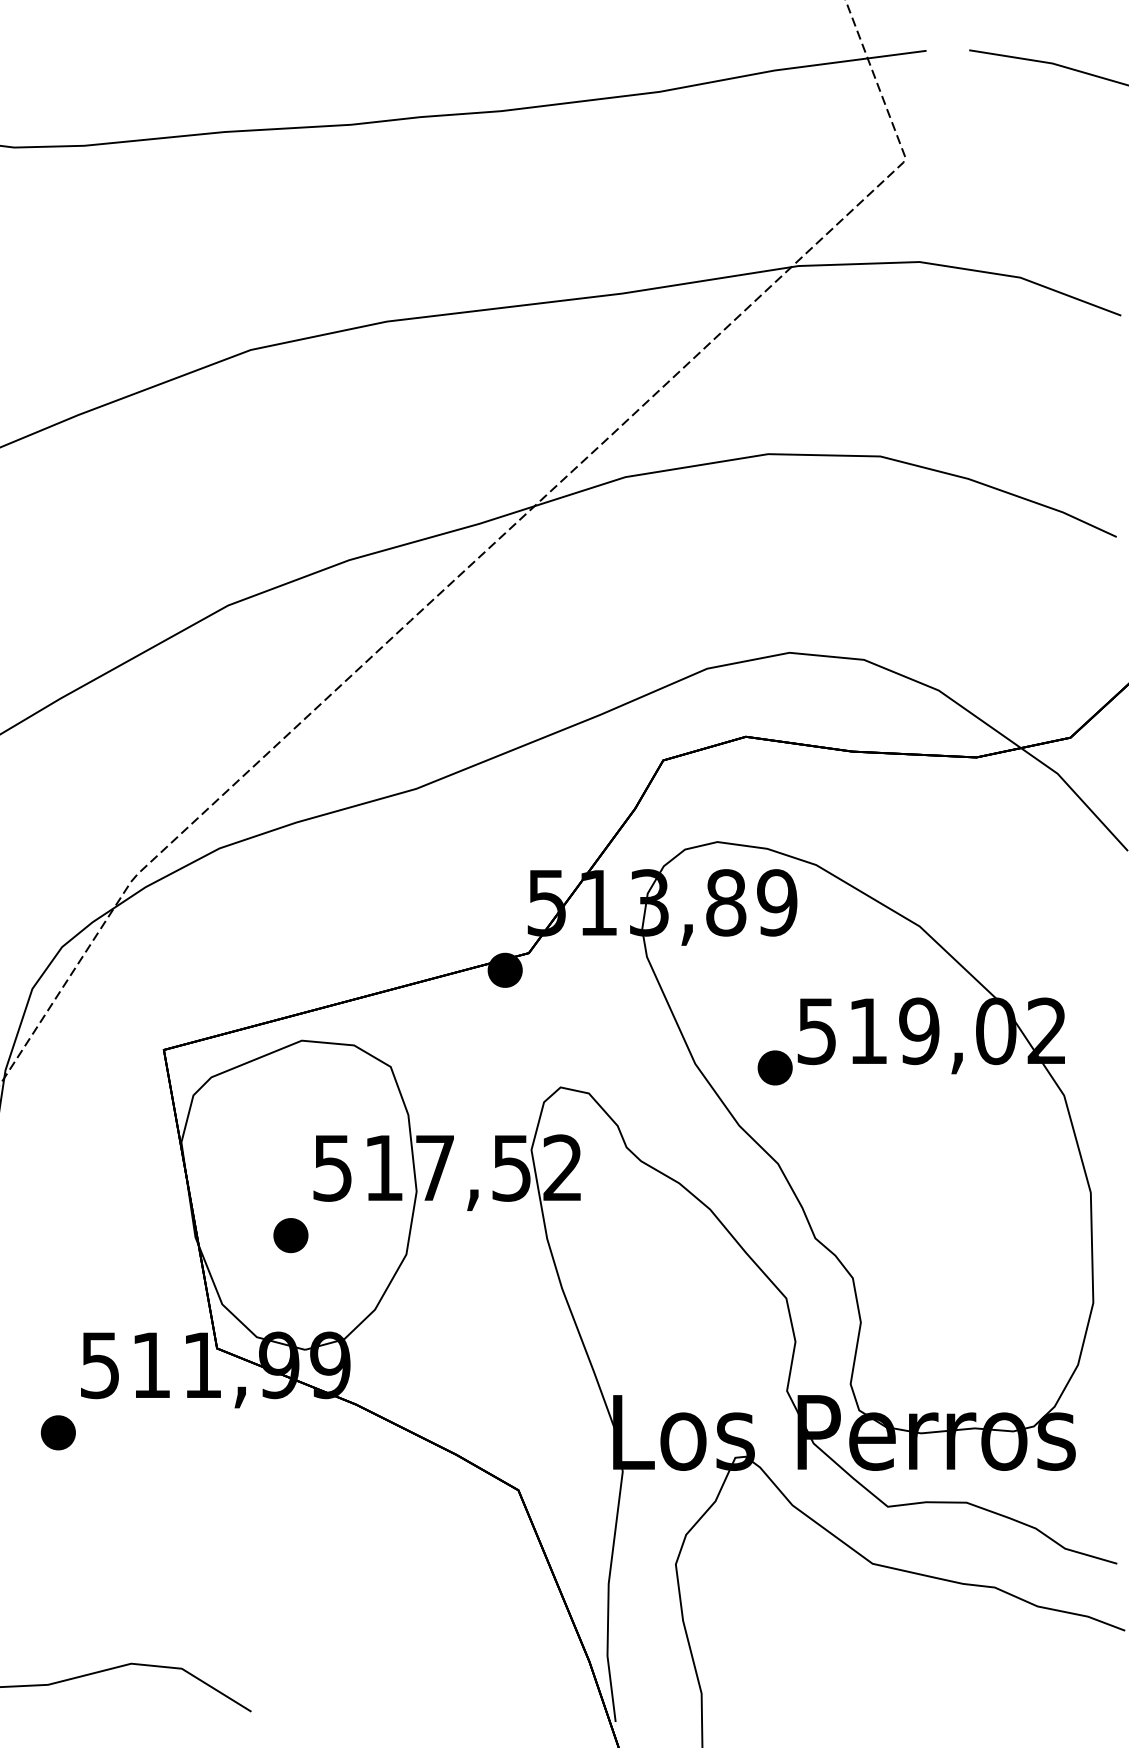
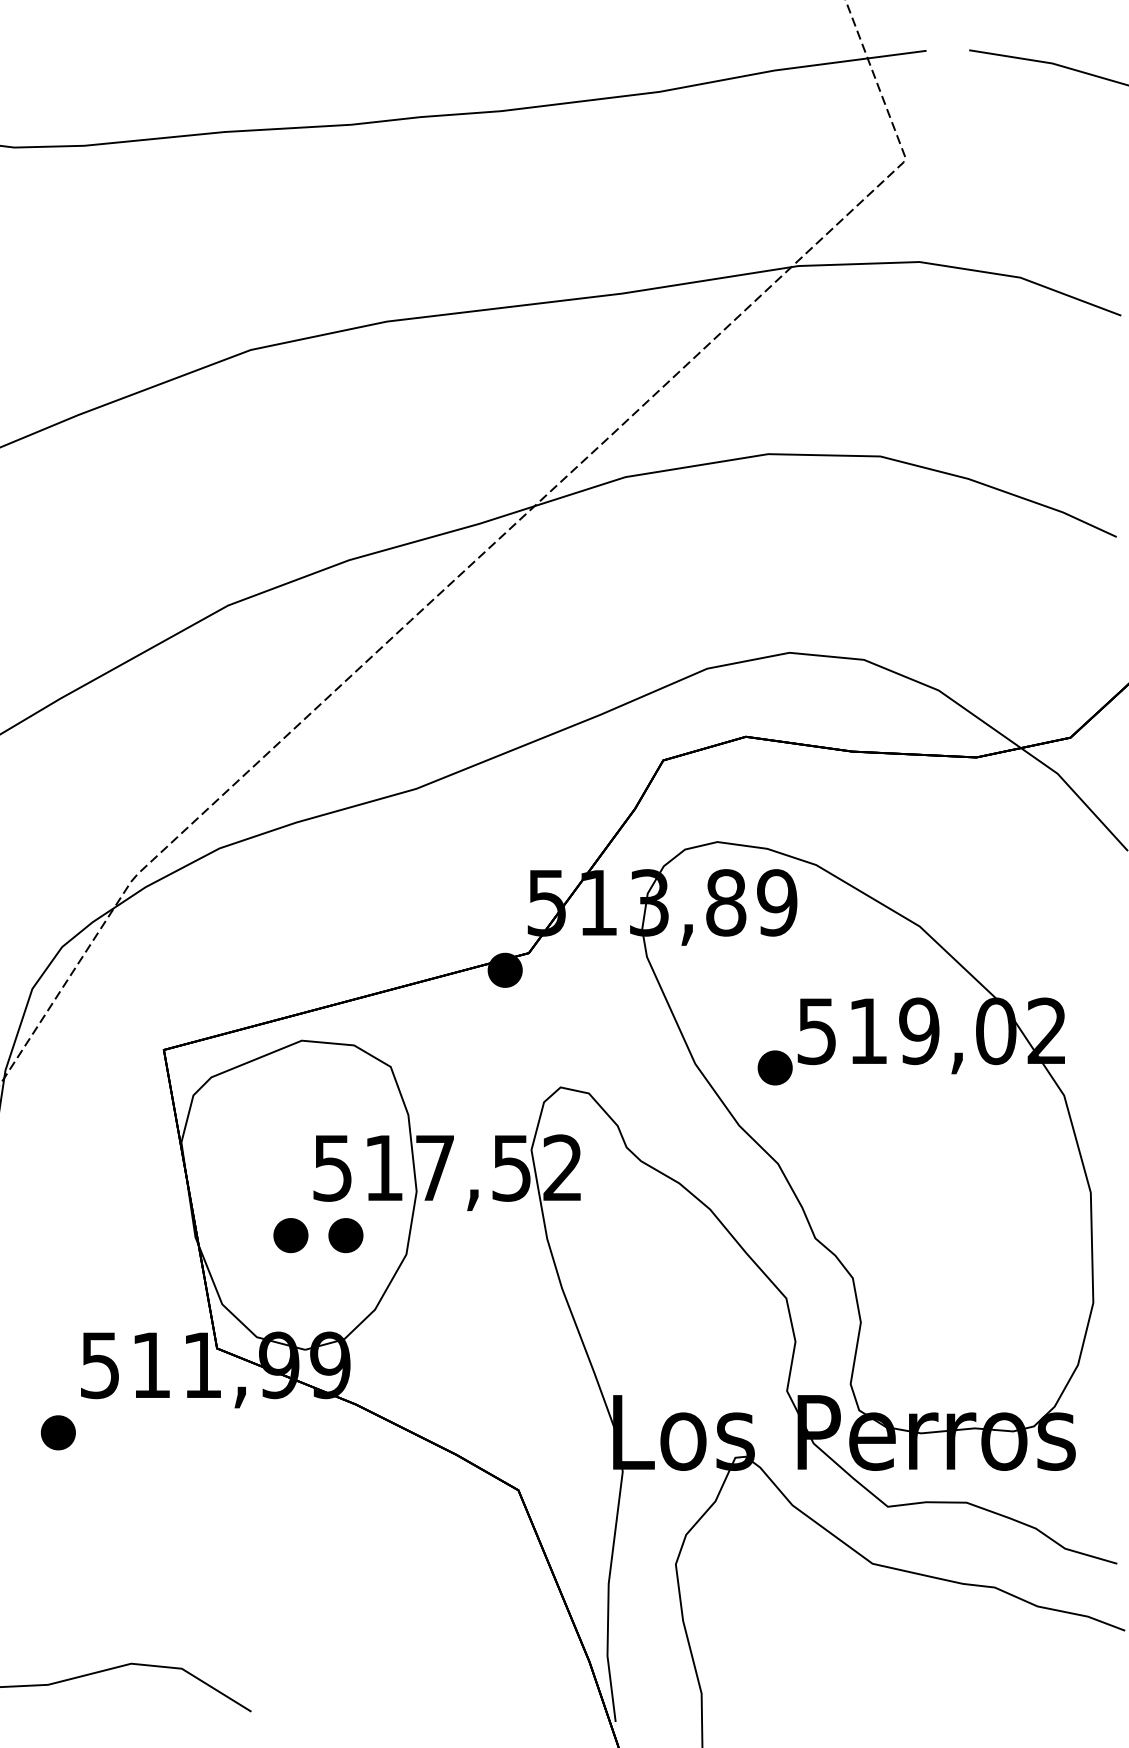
part at (345, 1235): none -> present
